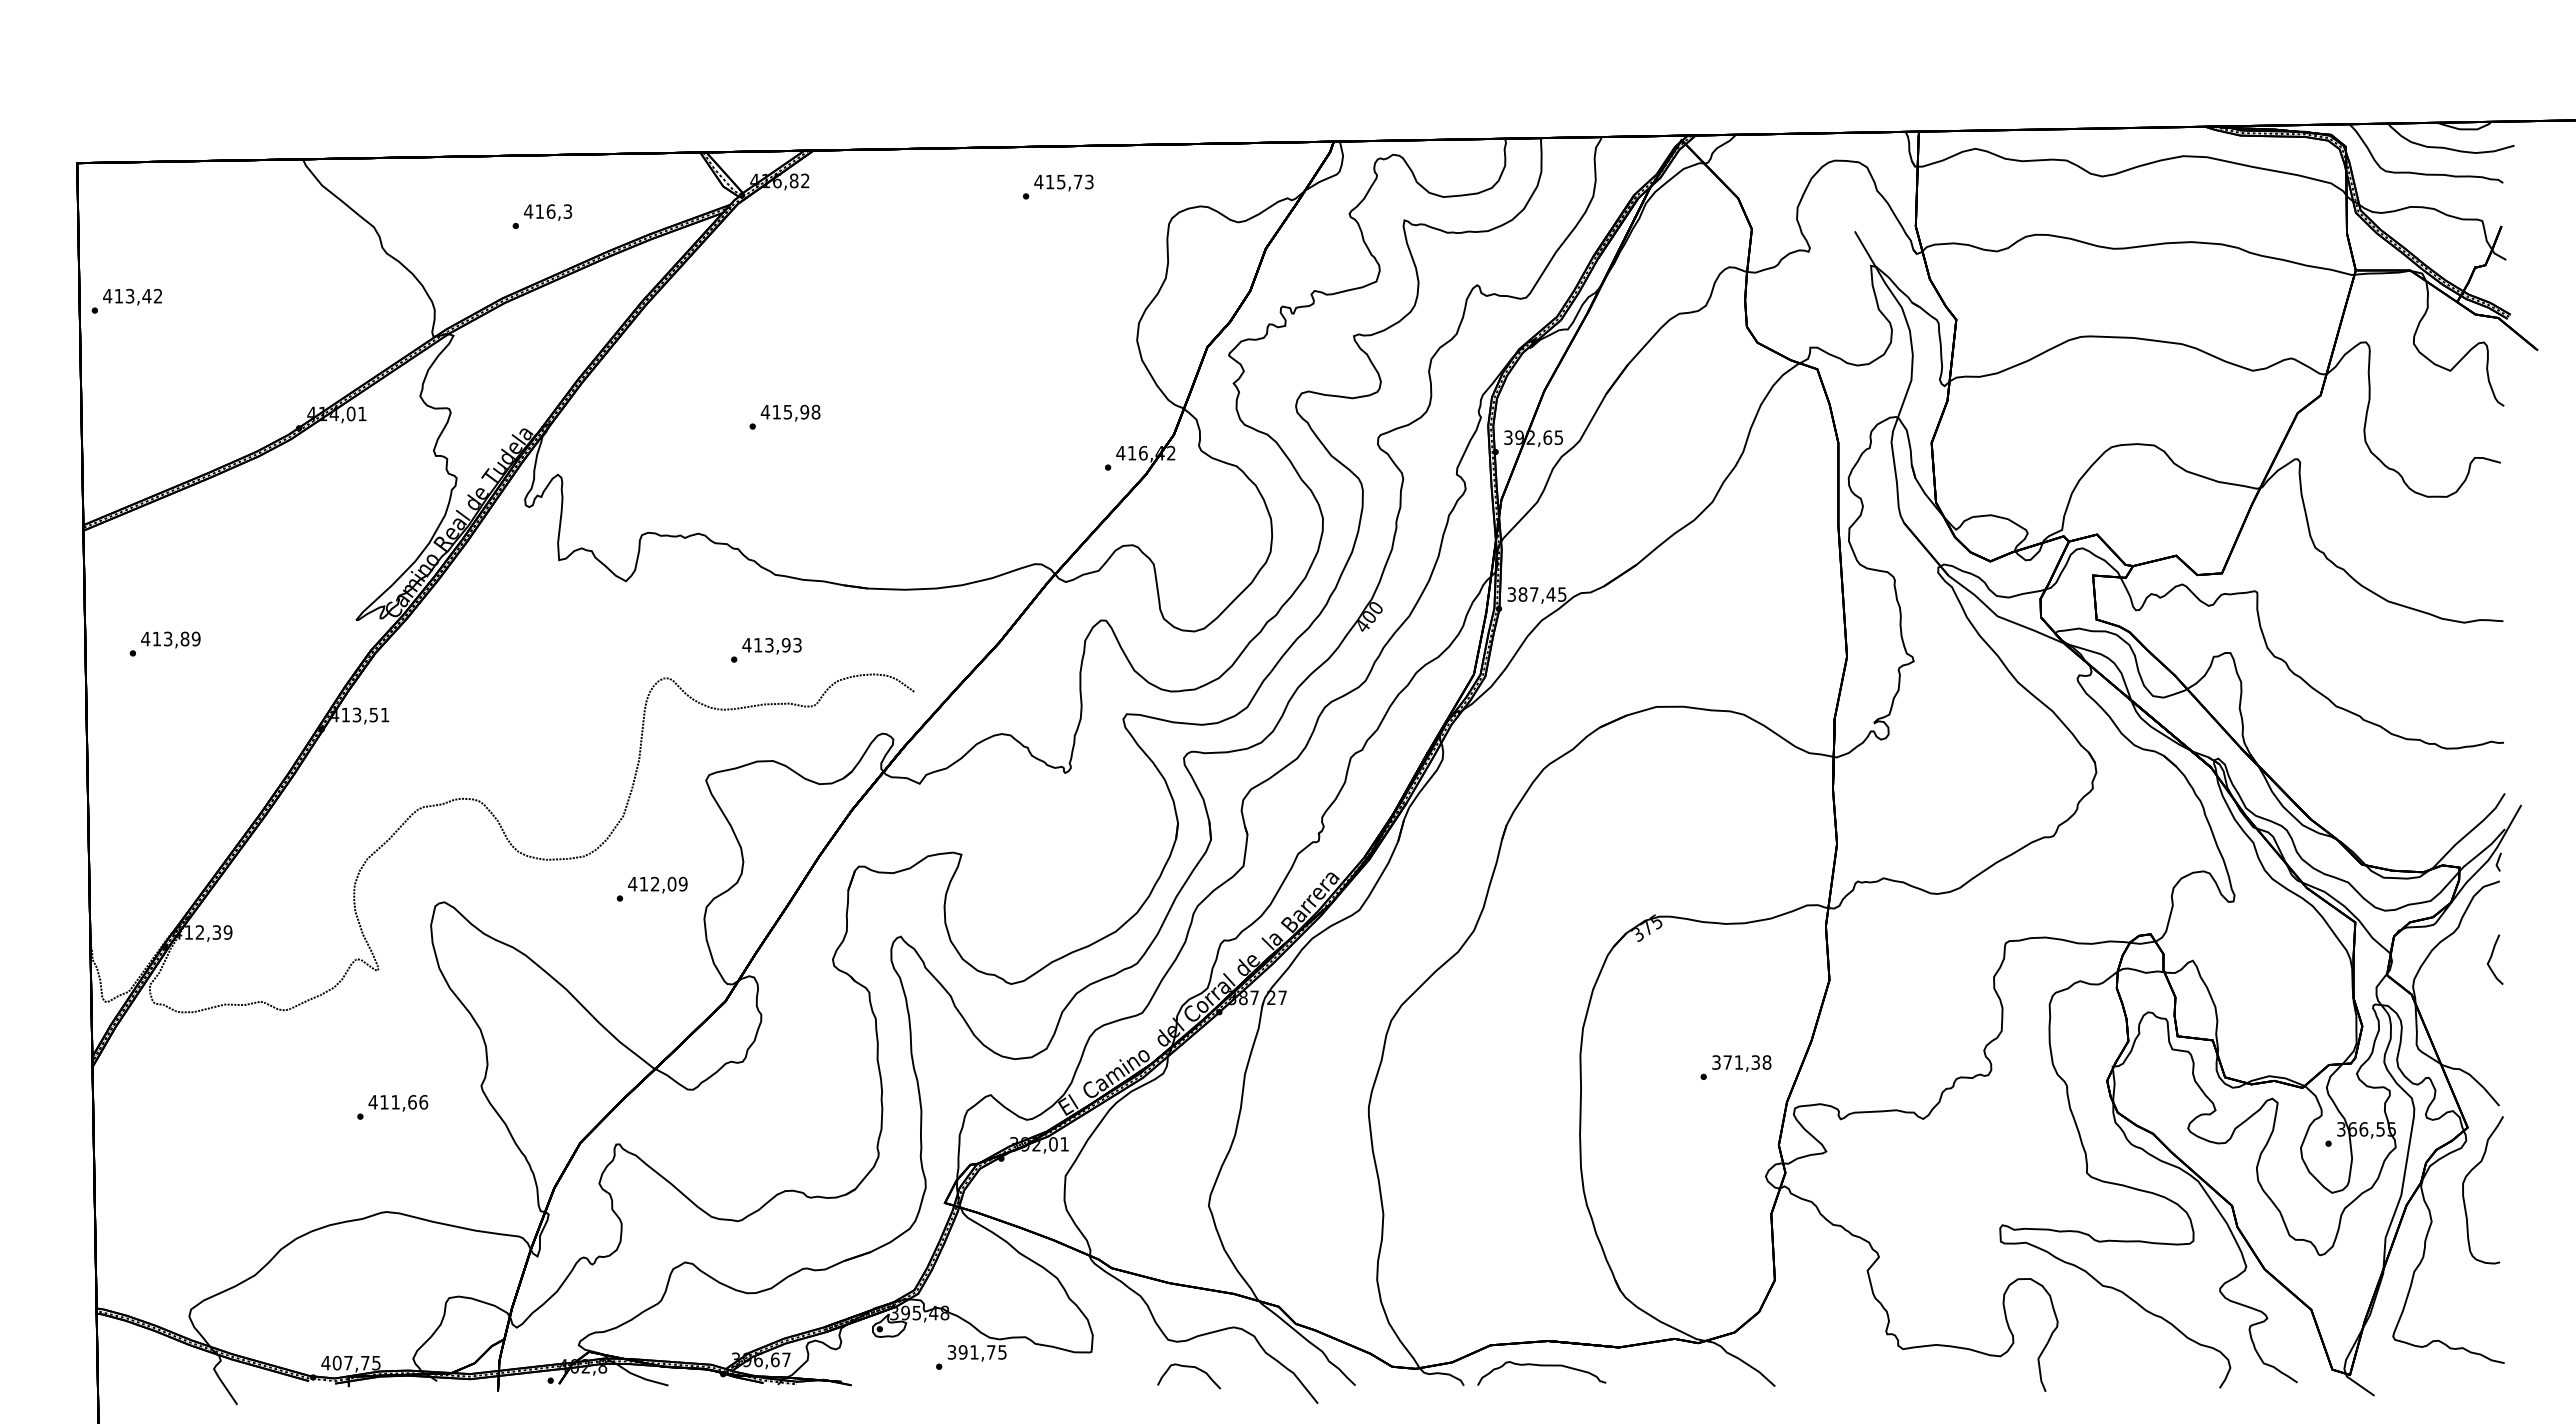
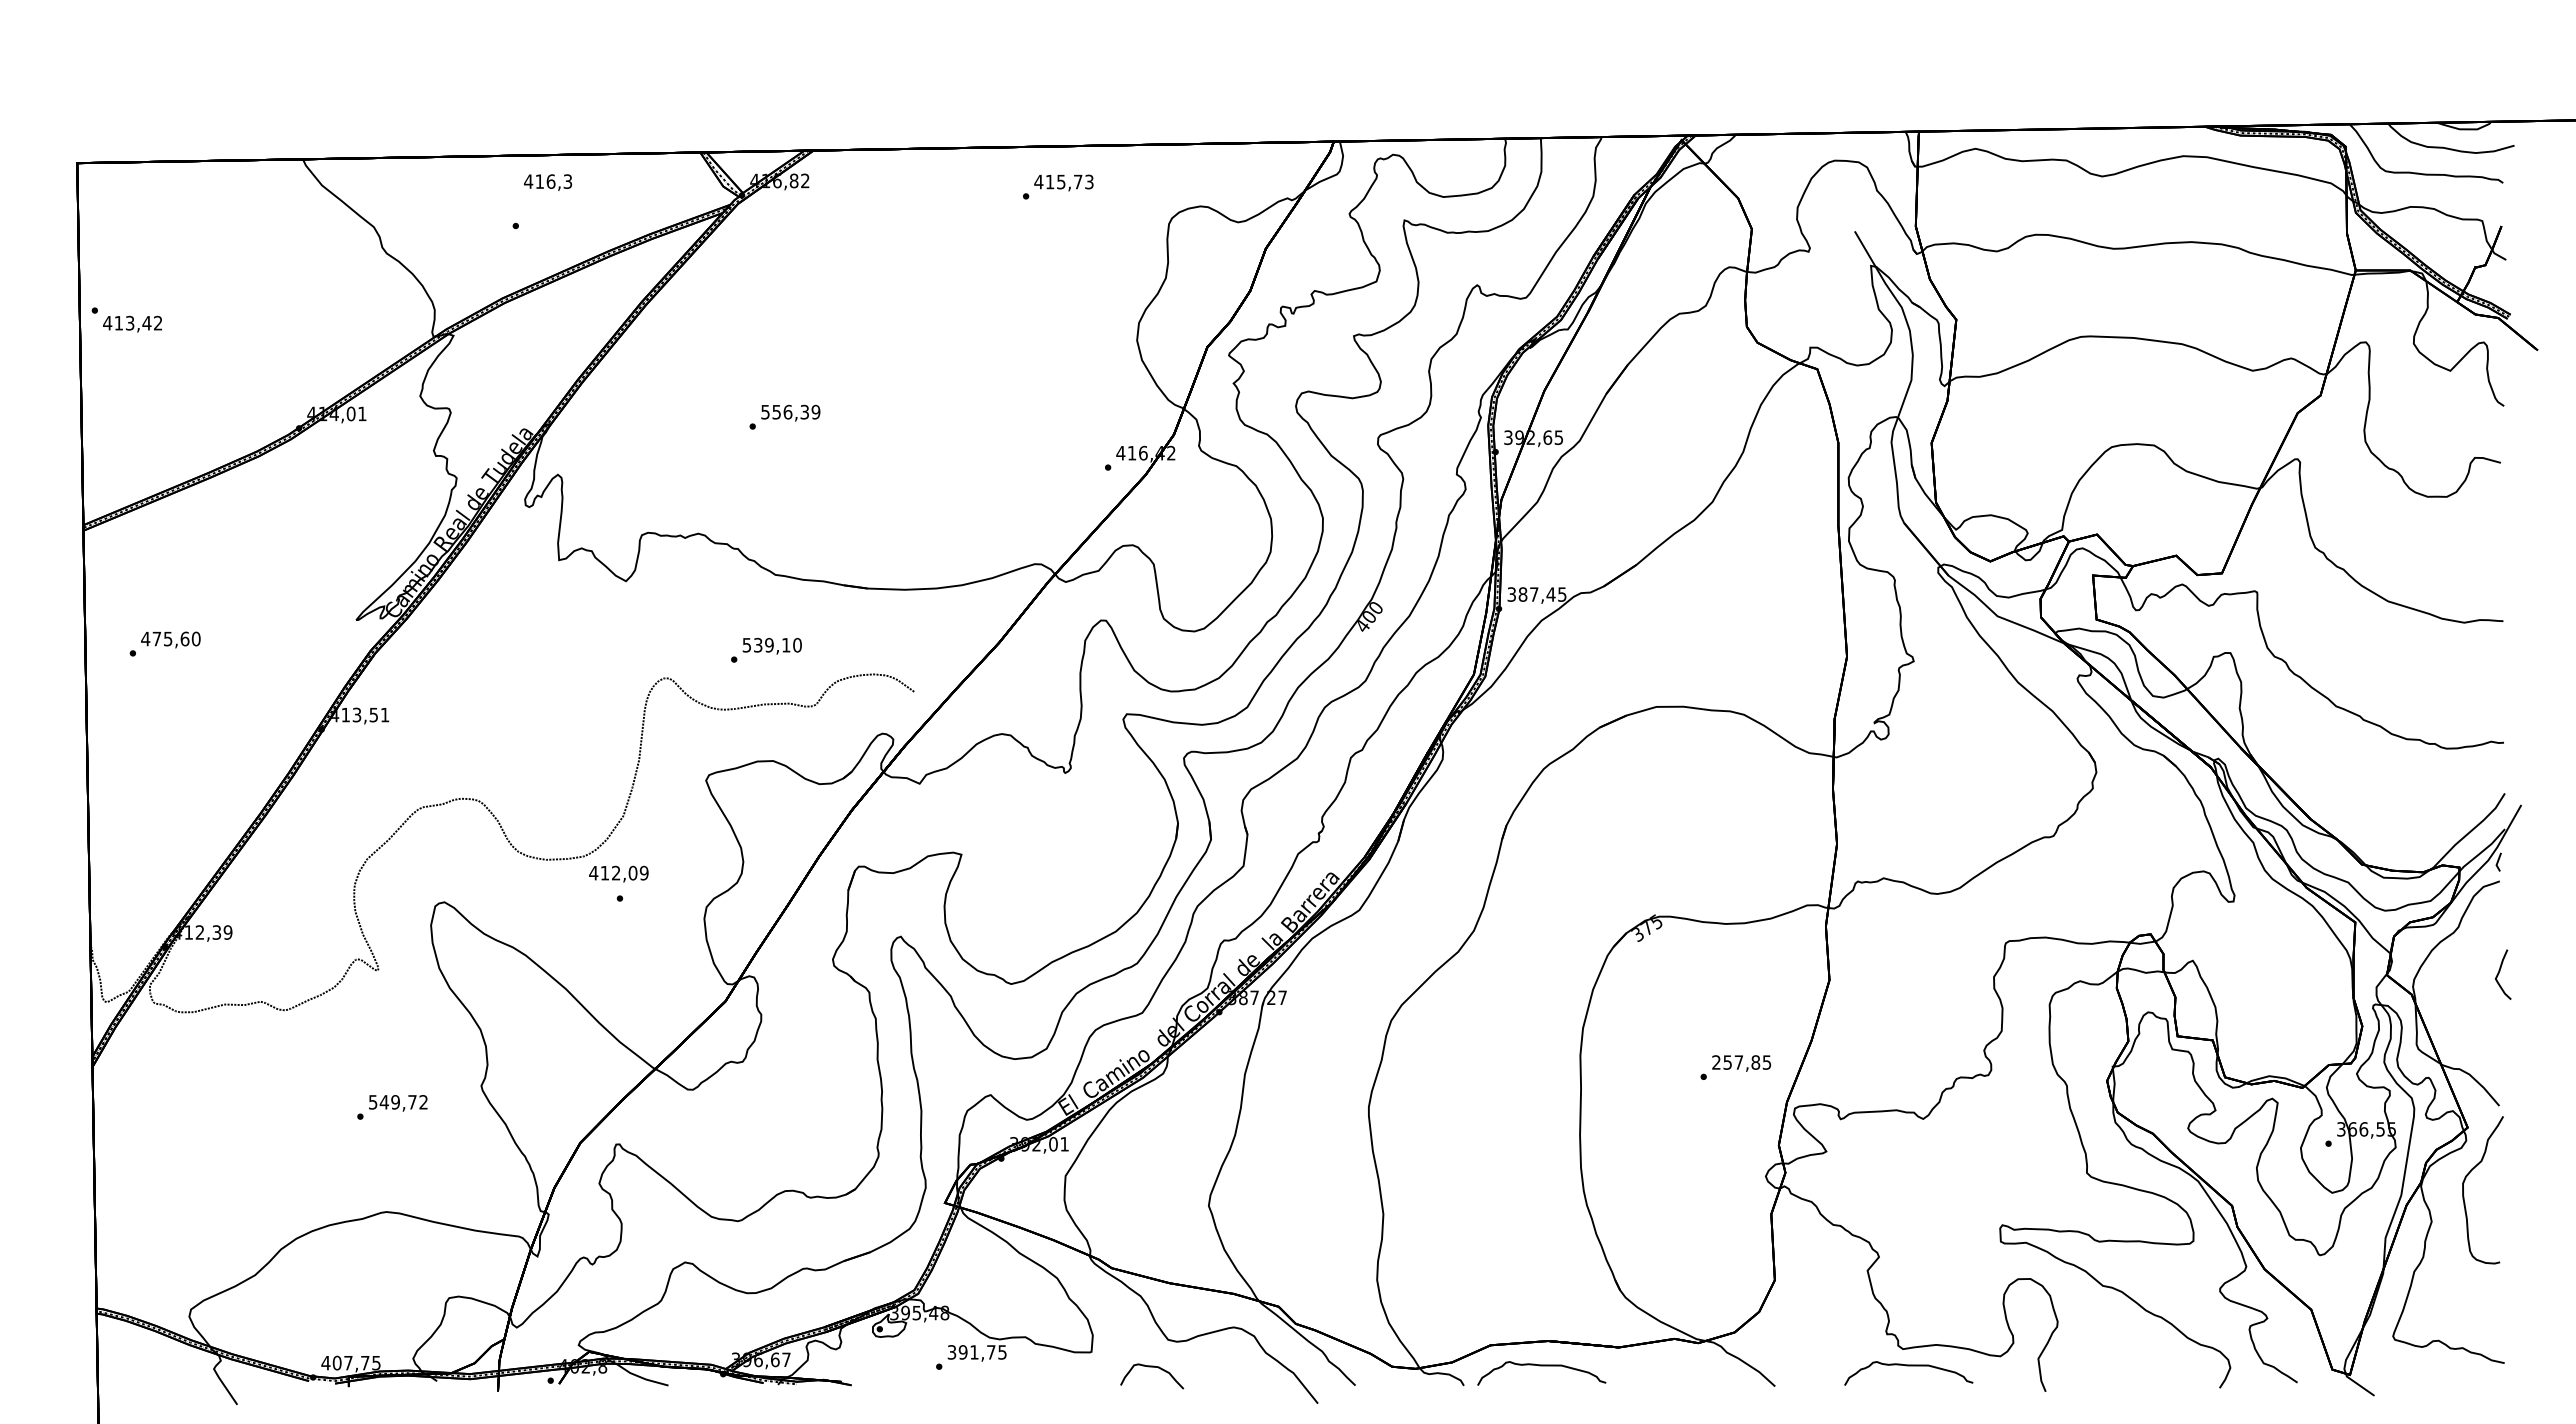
text at (548, 212) position: (548, 212) -> (548, 182)
text at (132, 296) position: (132, 296) -> (132, 323)
text at (790, 411): 415,98 -> 556,39
text at (176, 638): 413,89 -> 475,60
text at (771, 644): 413,93 -> 539,10
text at (657, 884) position: (657, 884) -> (618, 873)
curve at (2491, 958) position: (2491, 958) -> (2499, 973)
text at (1741, 1062): 371,38 -> 257,85
text at (398, 1102): 411,66 -> 549,72
curve at (1908, 1366): none -> present
curve at (1189, 1367) position: (1189, 1367) -> (1152, 1367)
